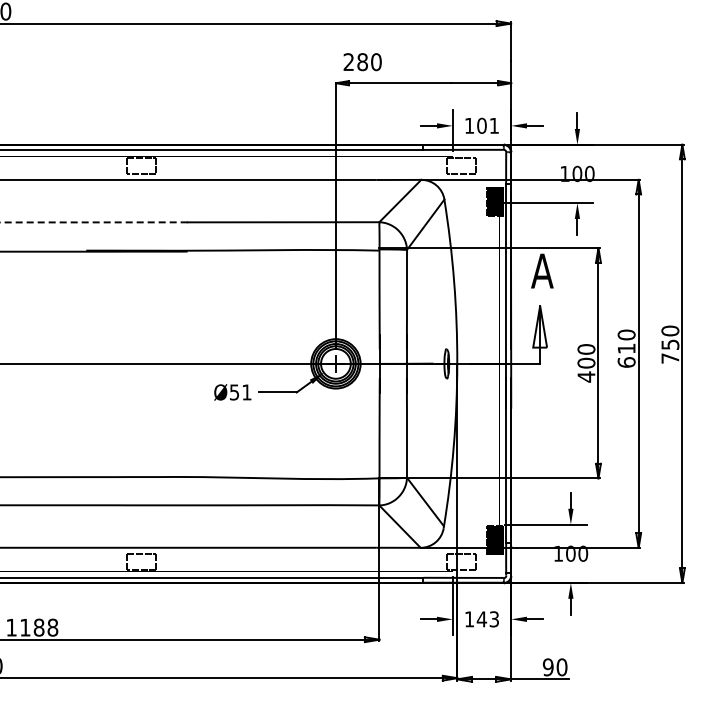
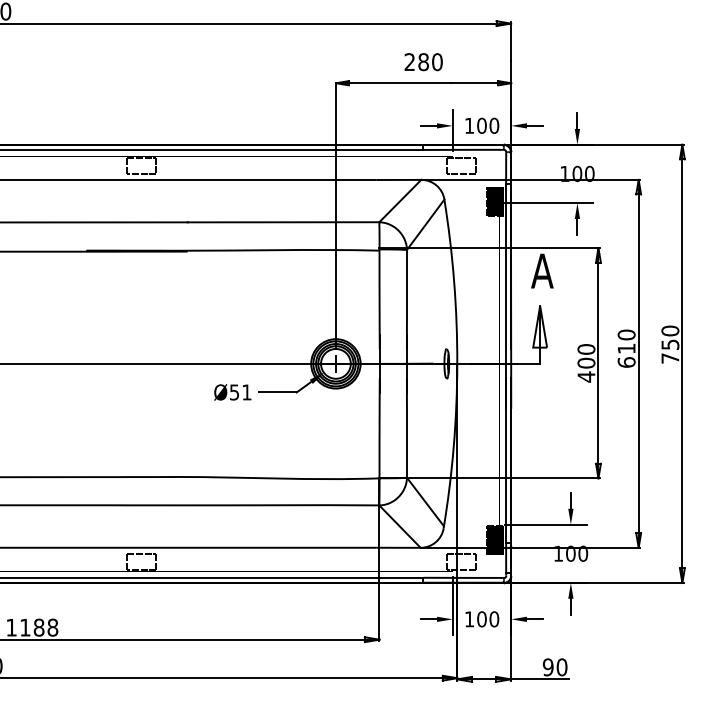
text at (362, 62) position: (362, 62) -> (423, 62)
text at (494, 125): 101 -> 100
line at (93, 222): dashed -> solid
text at (487, 619): 143 -> 100
